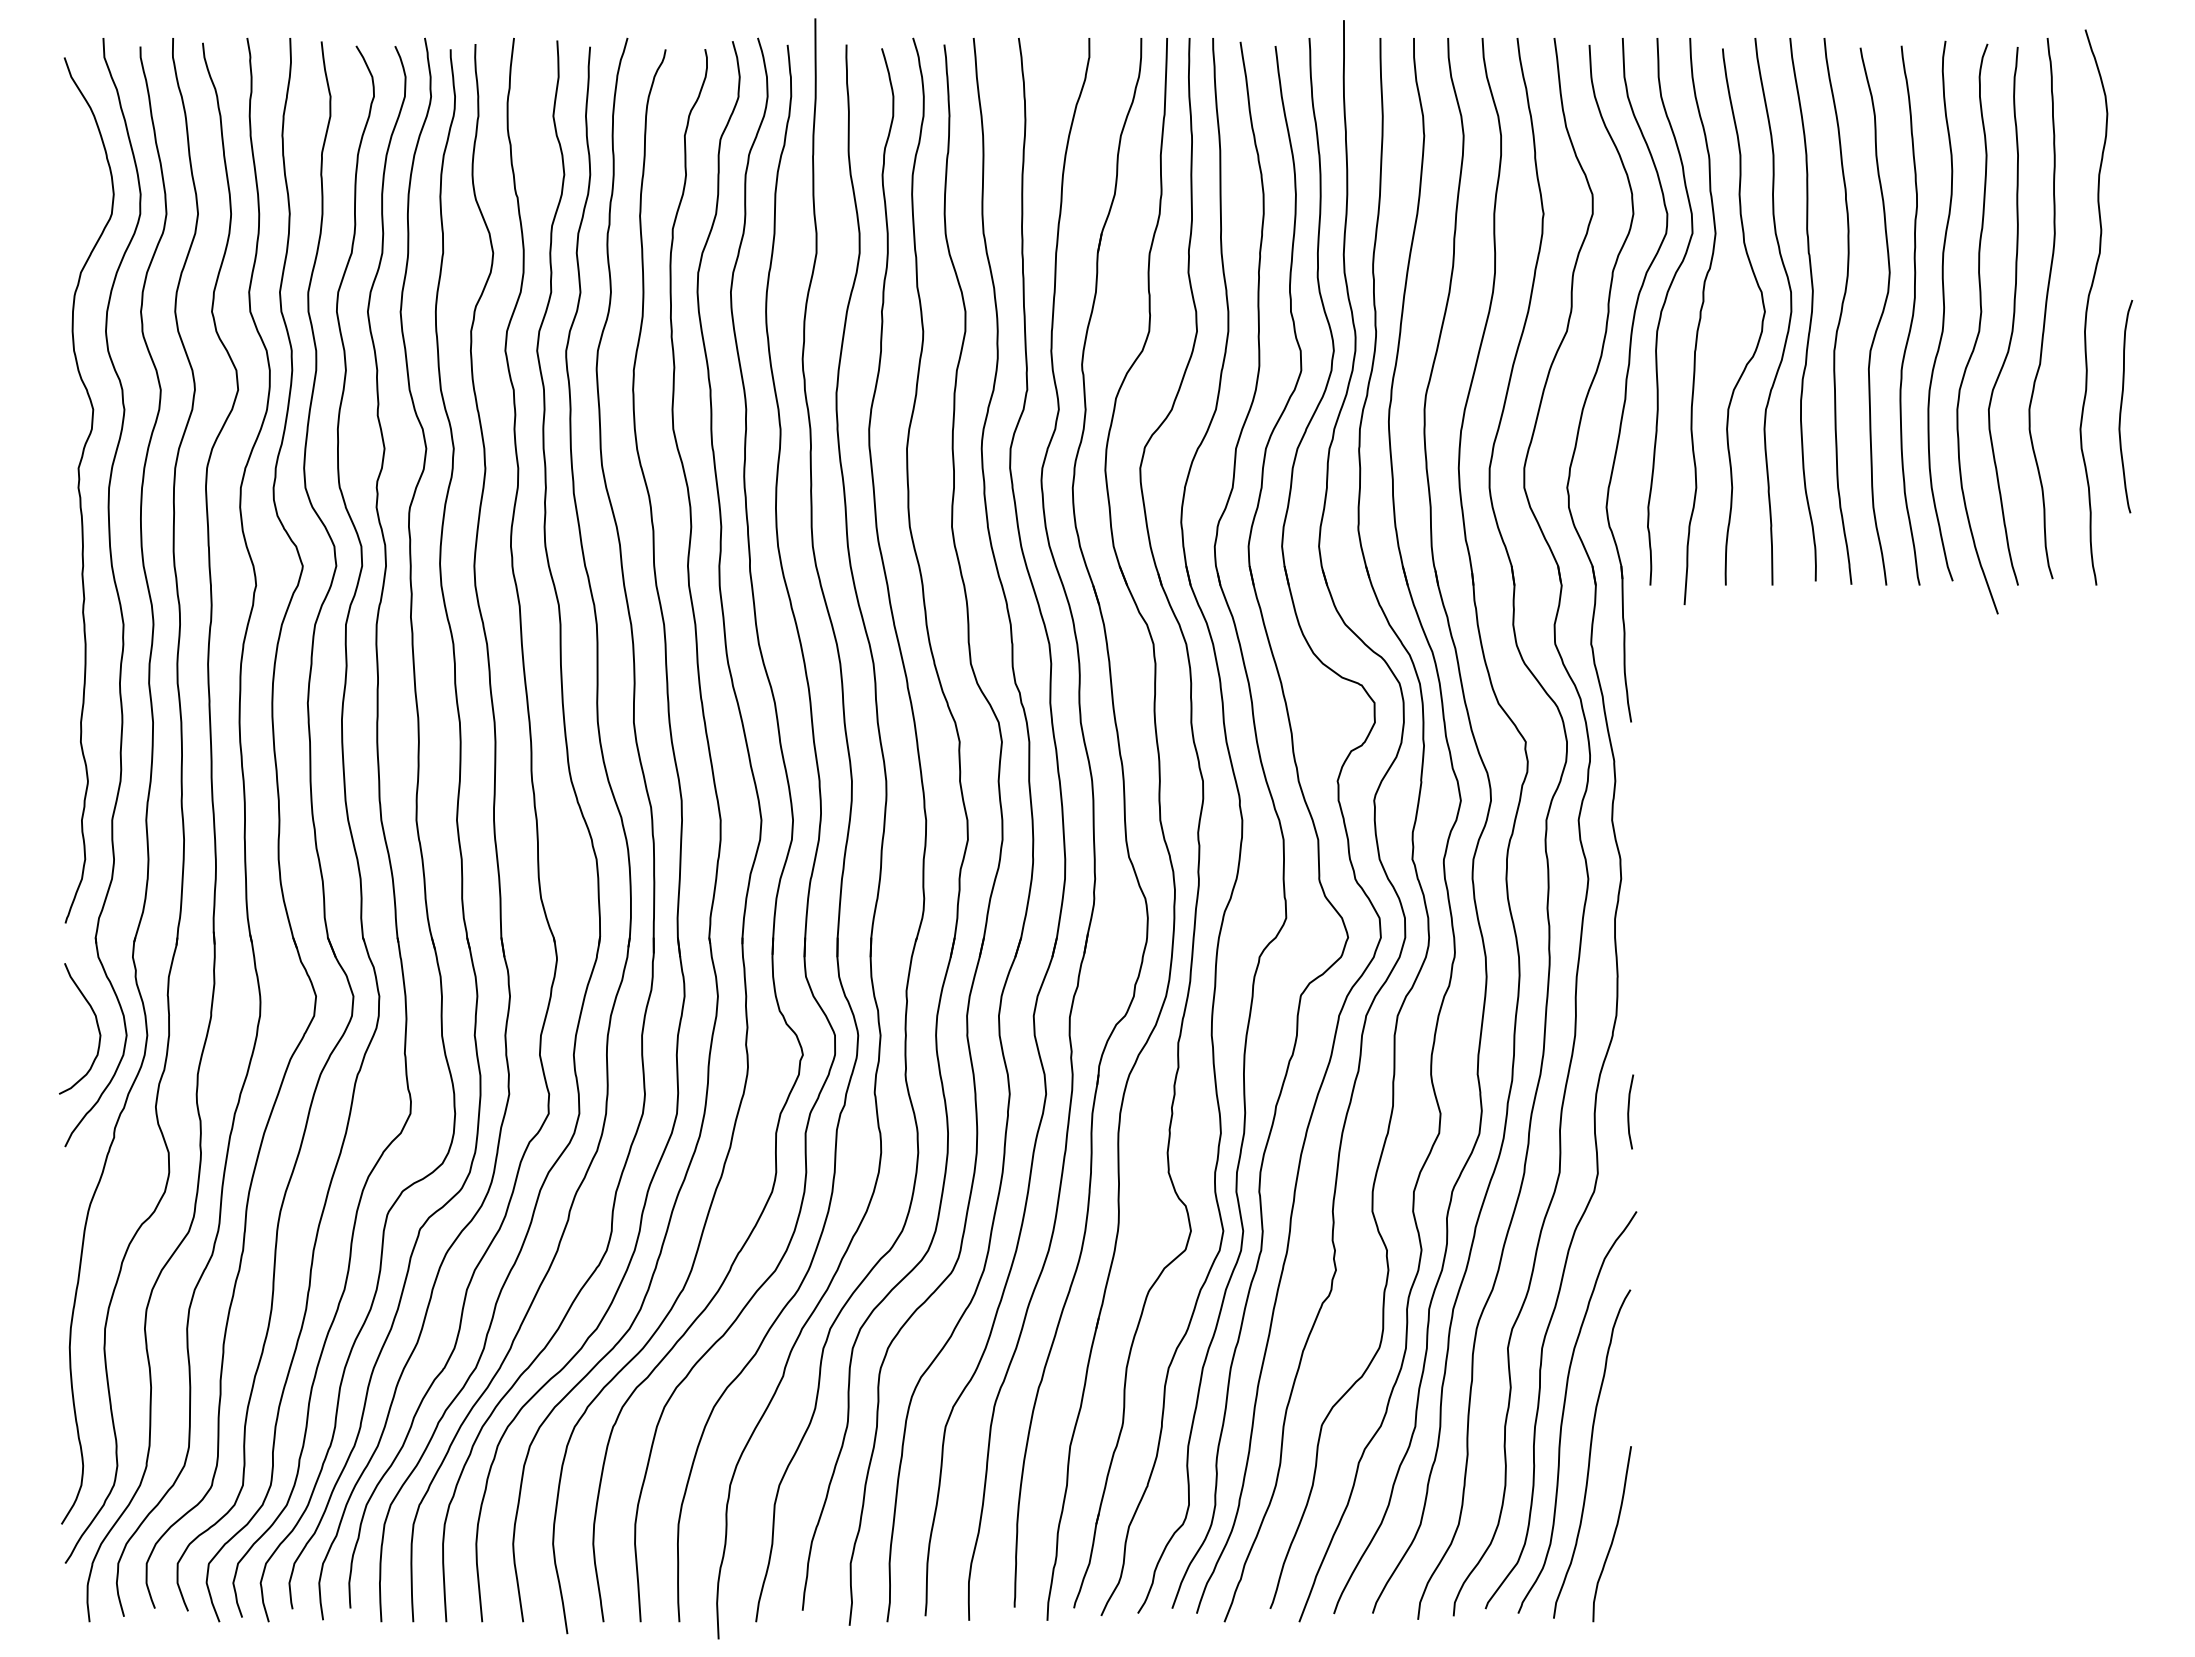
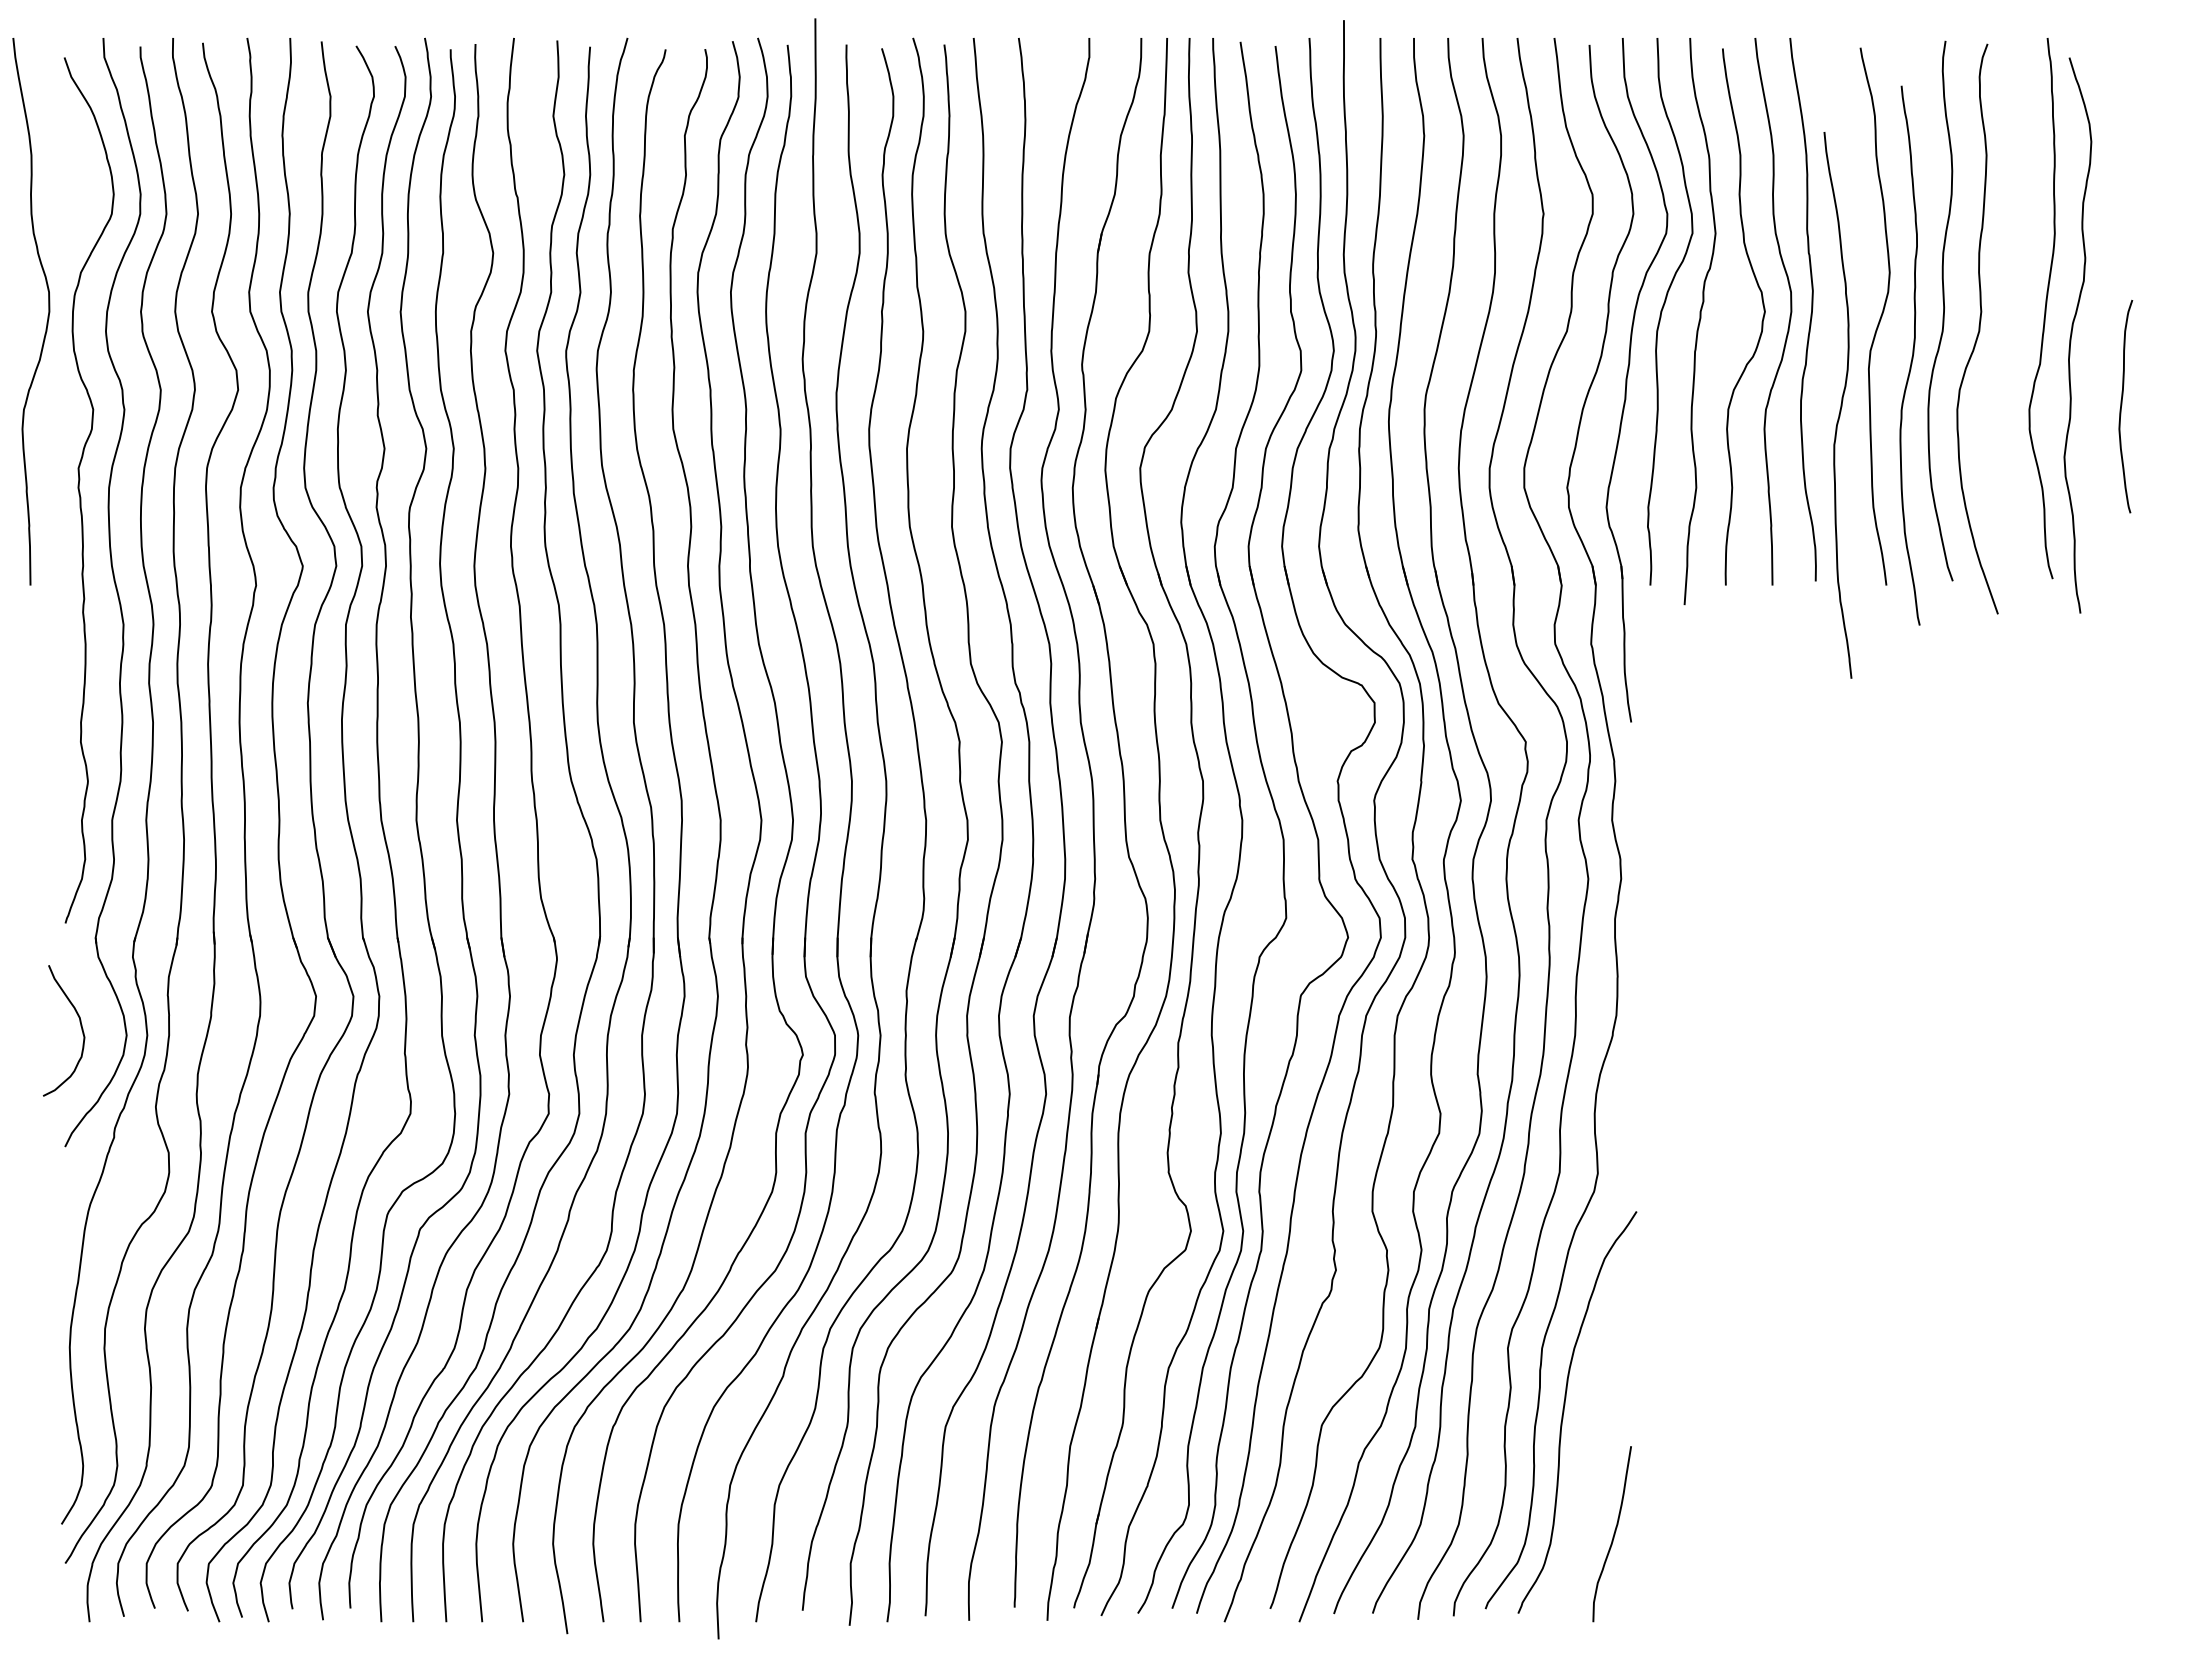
curve at (2088, 306) position: (2088, 306) -> (2072, 334)
curve at (1840, 311) position: (1840, 311) -> (1840, 405)
curve at (47, 315): none -> present
curve at (1911, 316) position: (1911, 316) -> (1911, 356)
curve at (2012, 317): present -> none
curve at (96, 1024) position: (96, 1024) -> (80, 1026)
curve at (1629, 1111): present -> none
curve at (1591, 1452): present -> none
